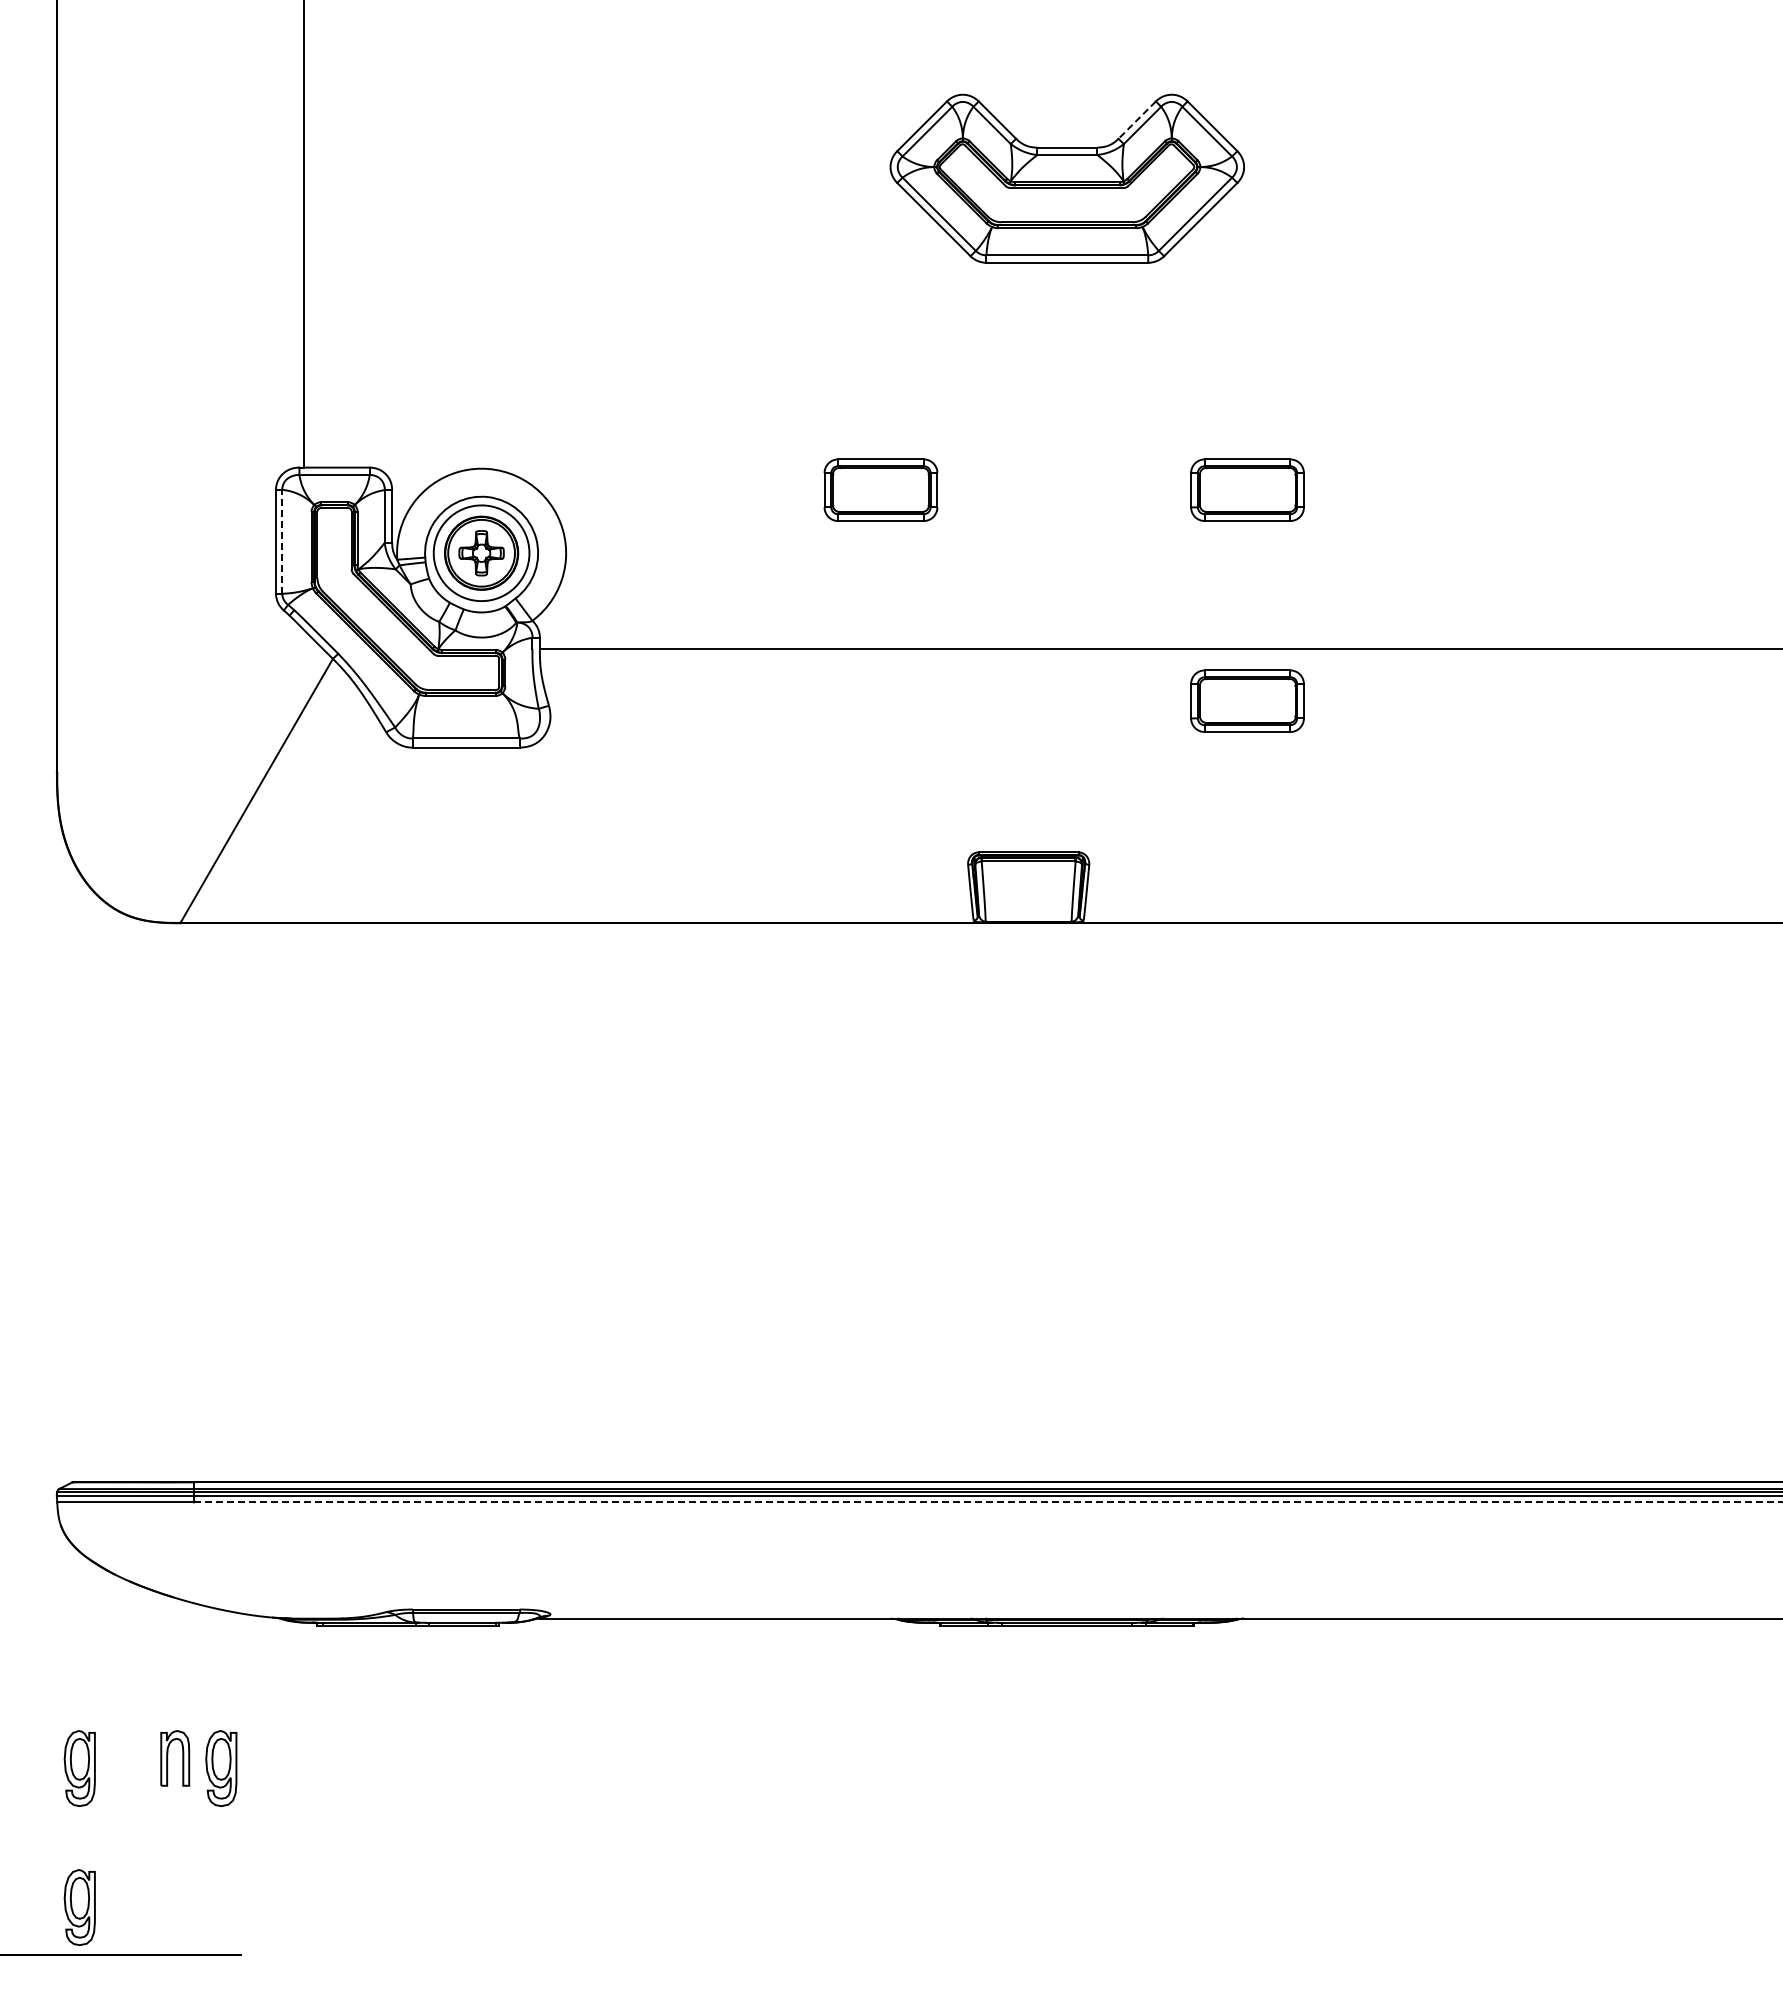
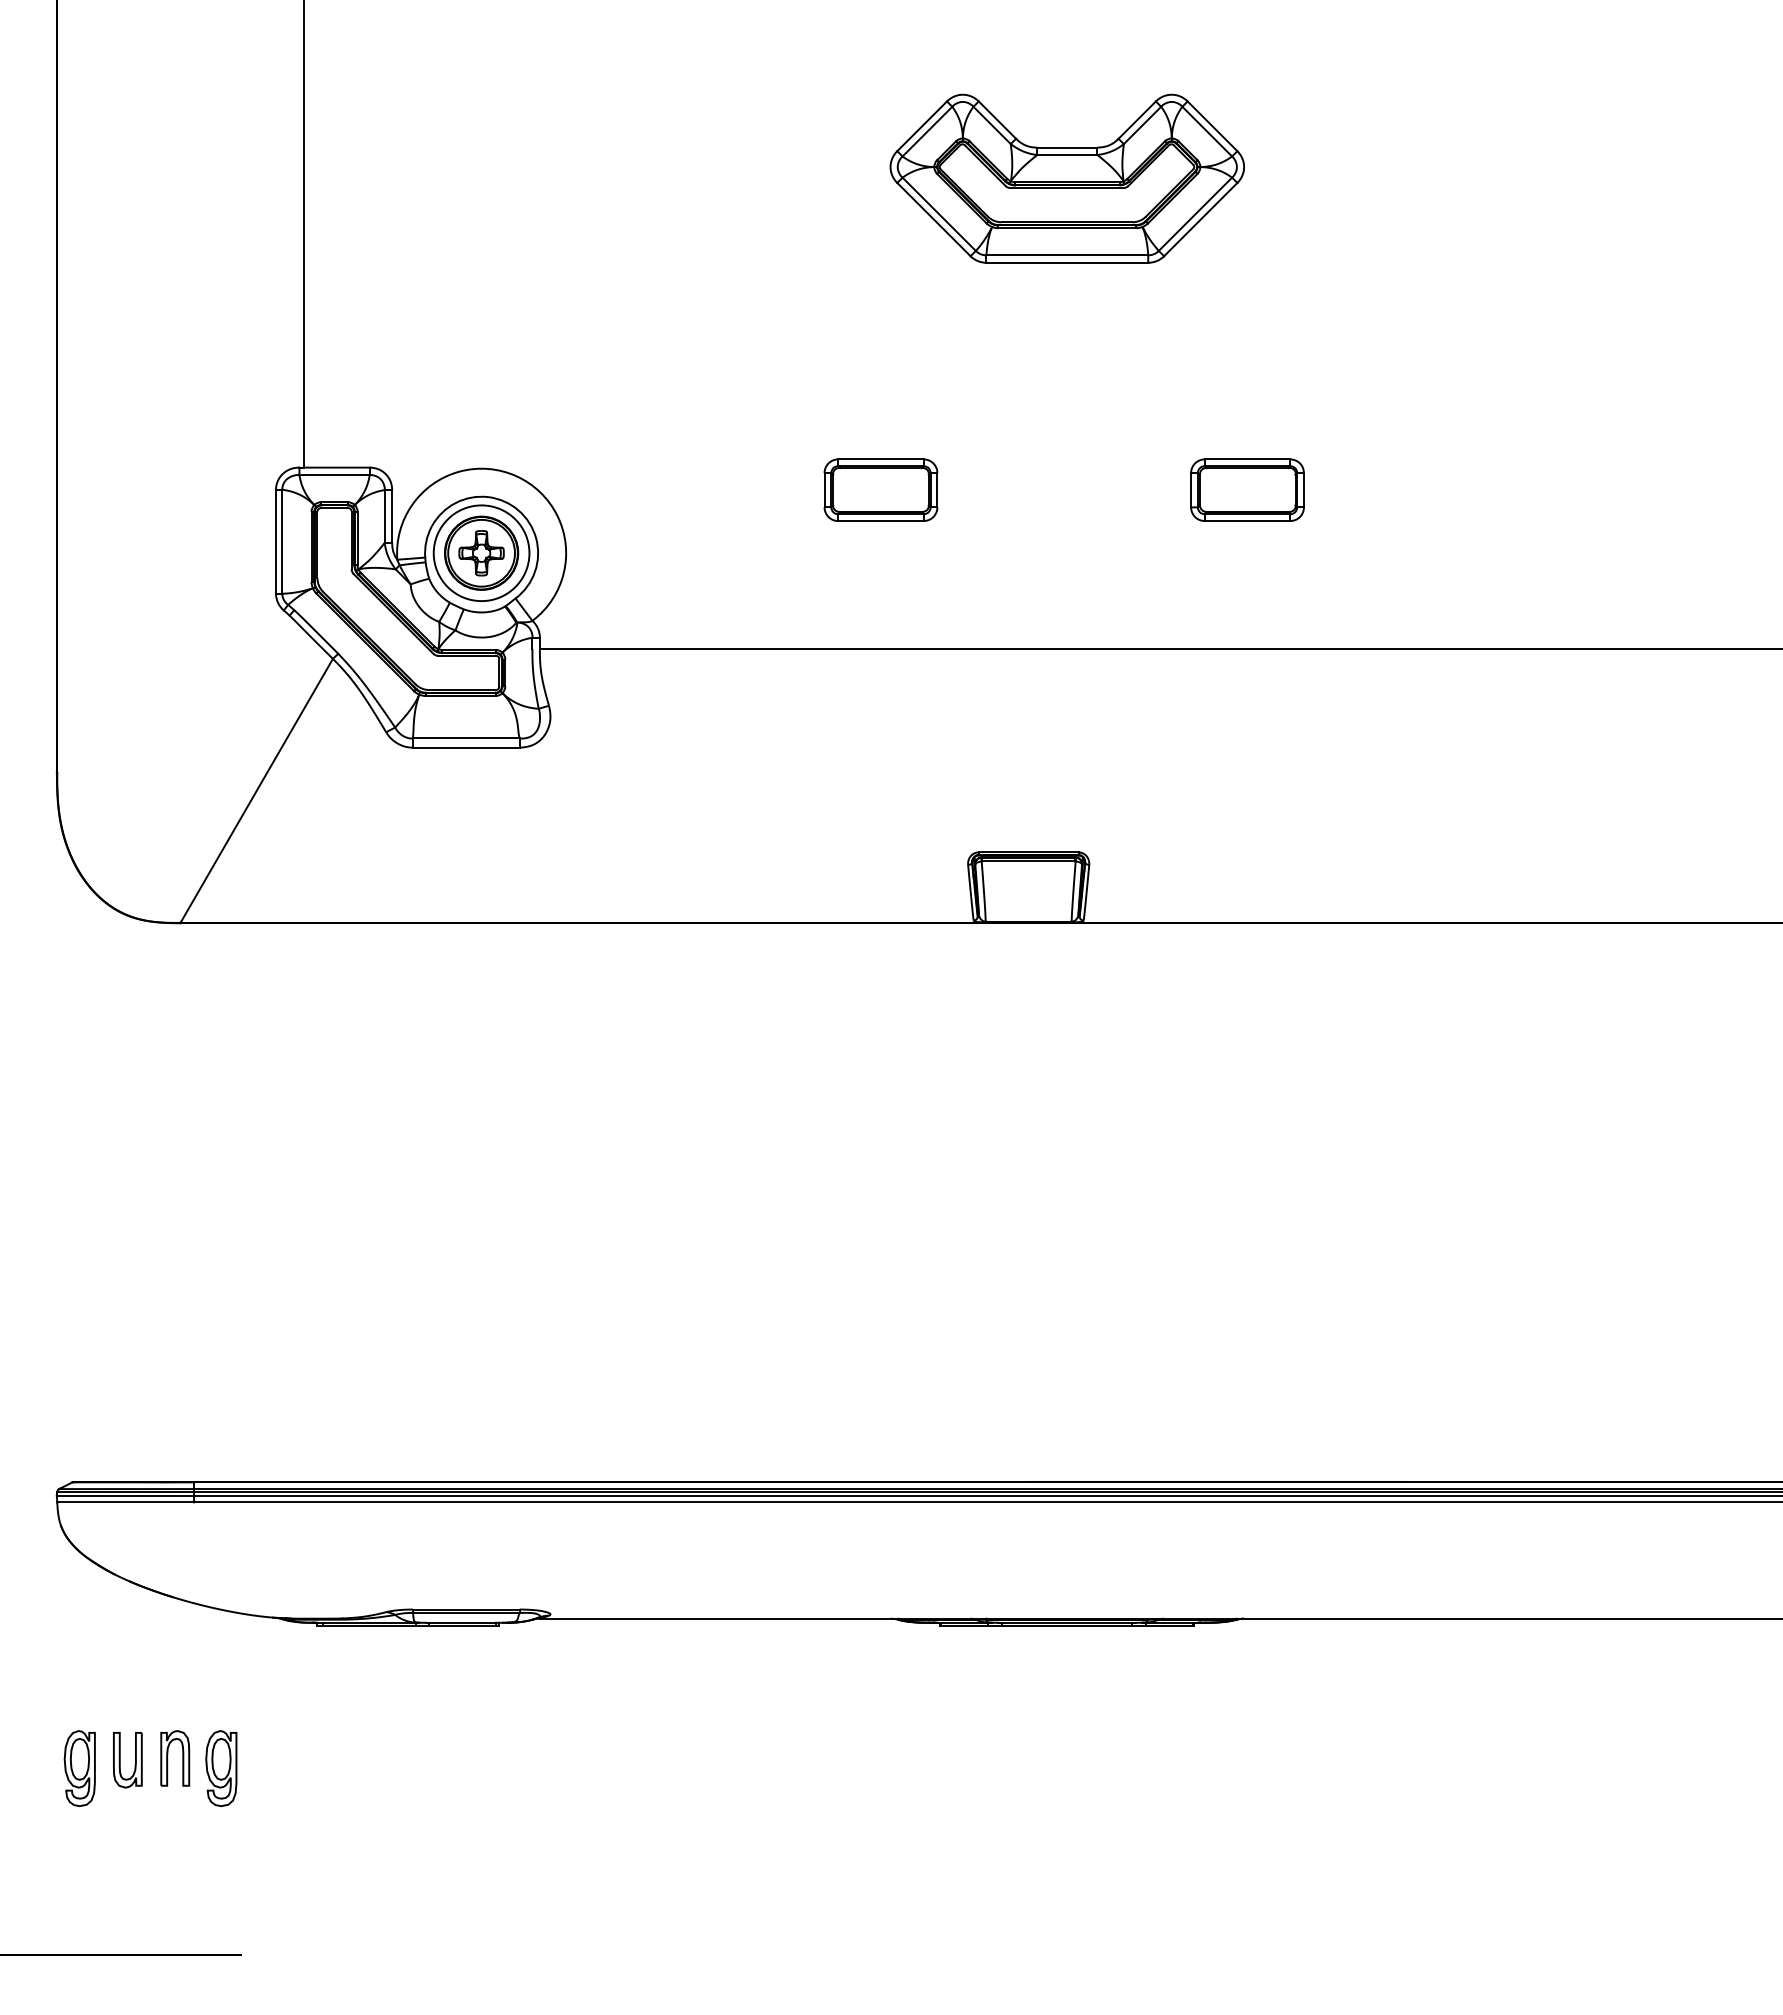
line at (1136, 120): dashed -> solid
line at (282, 541): dashed -> solid
part at (1247, 700): present -> none
line at (988, 1502): dashed -> solid
part at (120, 1760): none -> present
part at (79, 1907): present -> none
